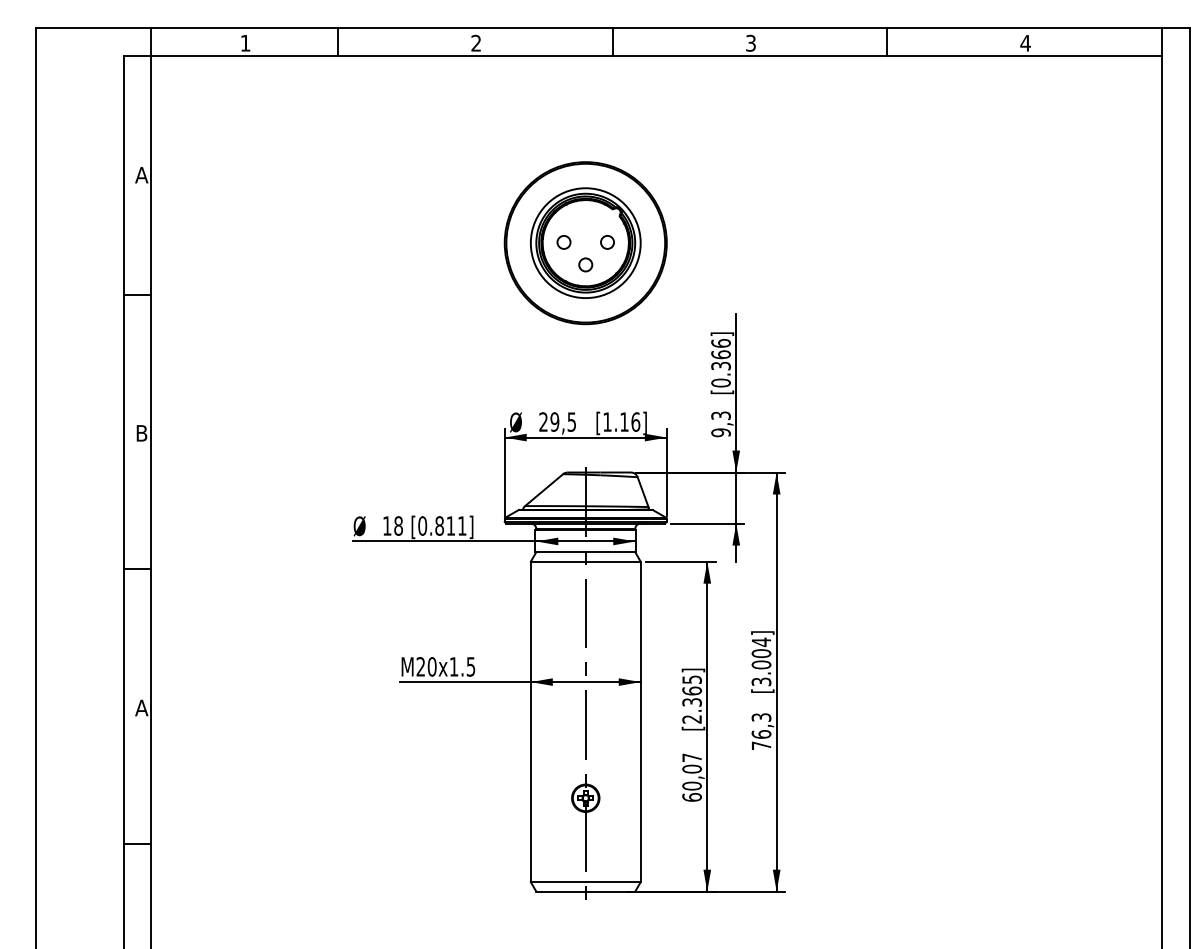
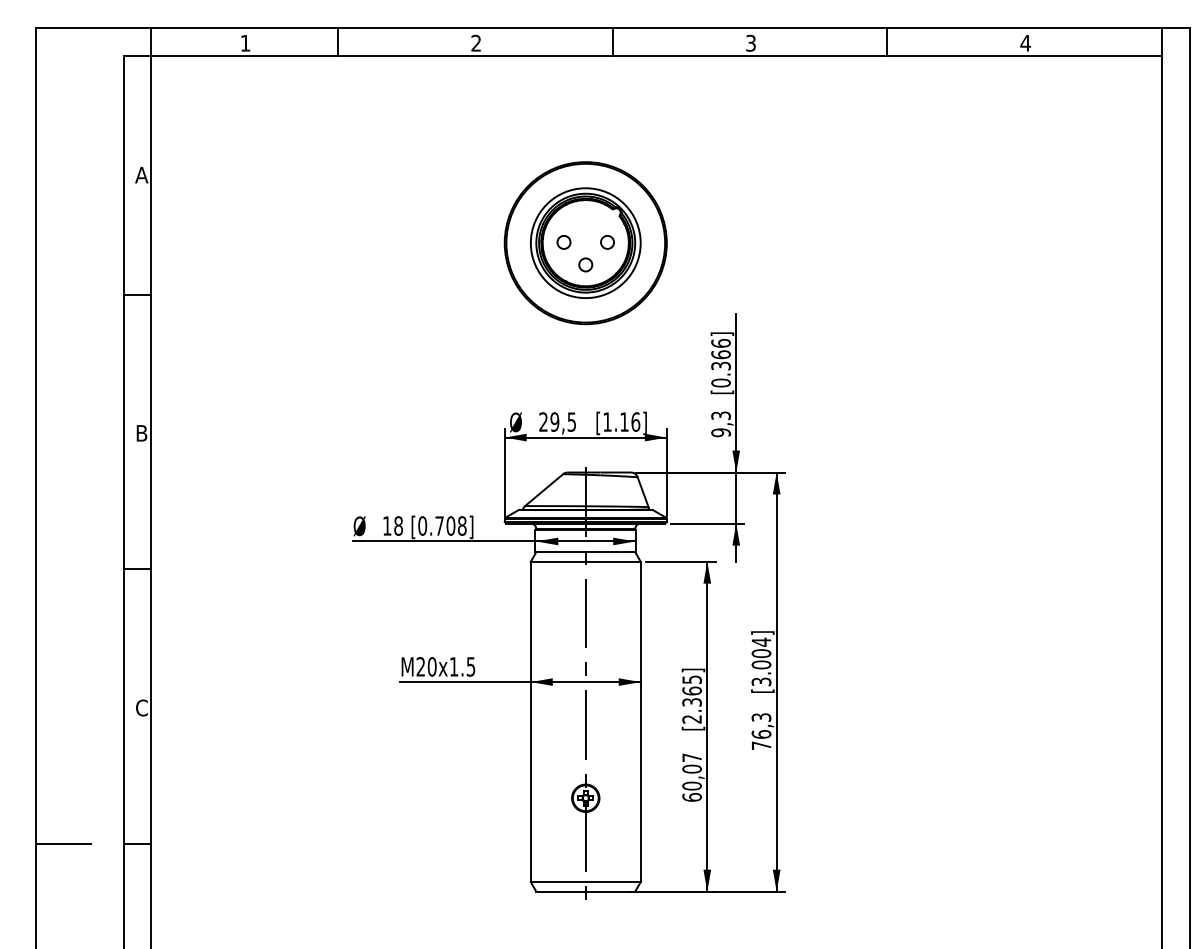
text at (450, 525): [0.811] -> [0.708]
text at (141, 707): A -> C
line at (62, 844): none -> present
